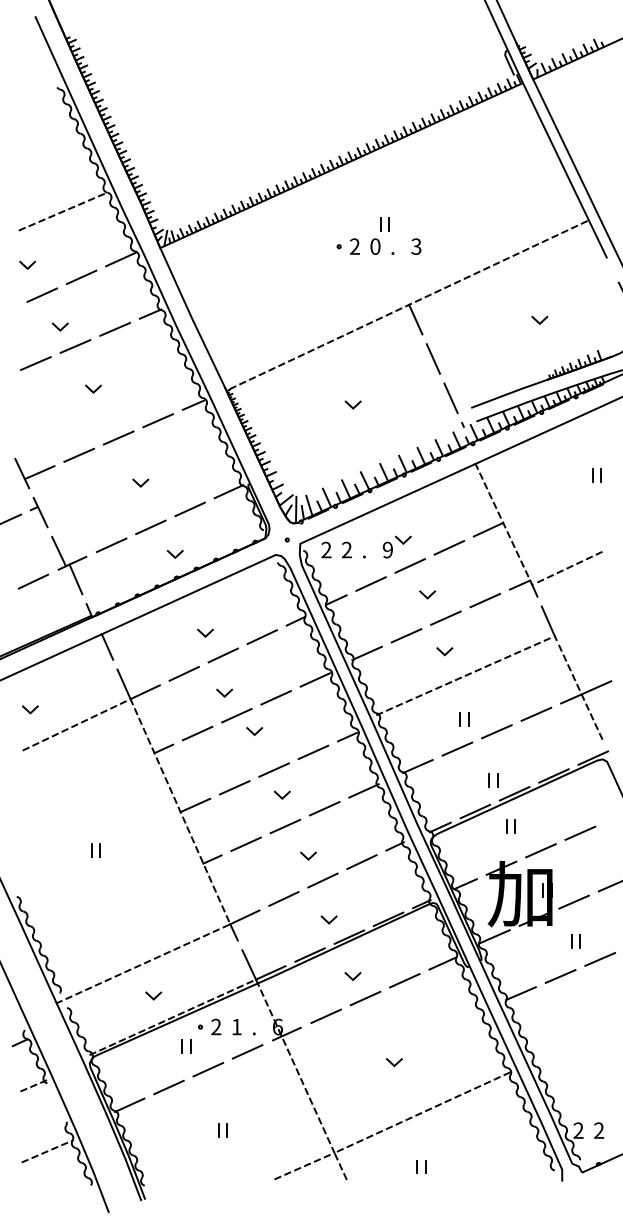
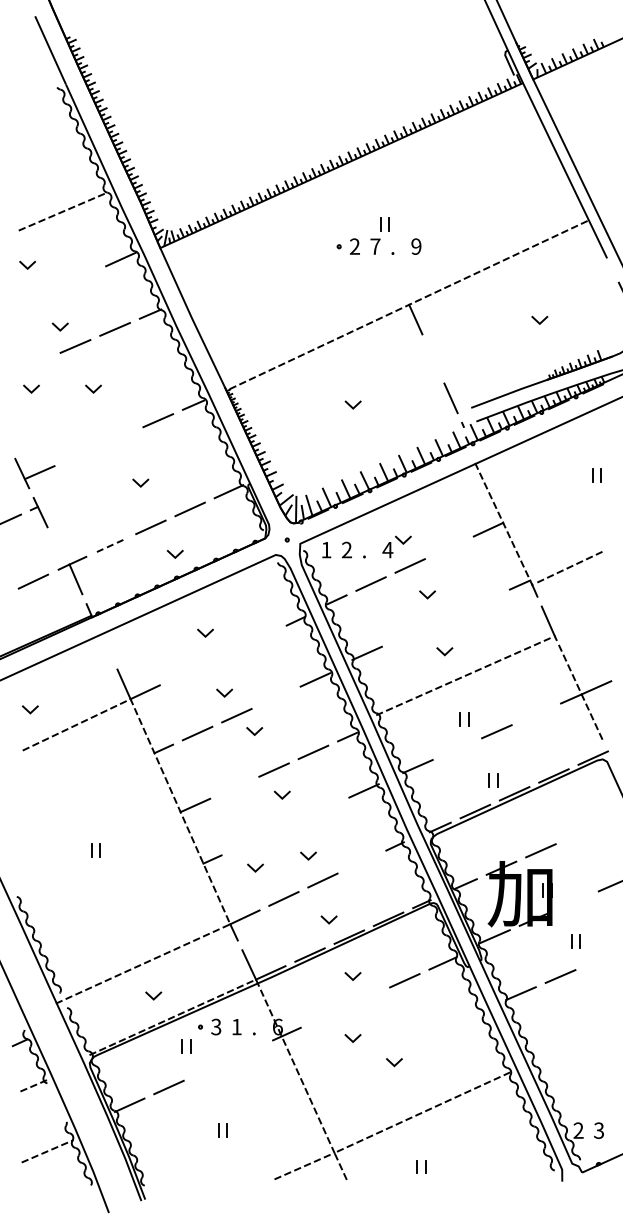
text at (375, 246): 0 -> 7
text at (416, 246): 3 -> 9
line at (81, 277): present -> none
line at (42, 294): present -> none
line at (433, 358): present -> none
line at (35, 363): present -> none
line at (29, 389): none -> present
line at (118, 437): present -> none
line at (79, 454): present -> none
line at (112, 545): solid -> dashed
line at (449, 547): present -> none
text at (326, 549): 2 -> 1
text at (387, 549): 9 -> 4
line at (58, 551): present -> none
line at (485, 600): present -> none
line at (445, 617): present -> none
line at (406, 635): present -> none
line at (261, 637): present -> none
line at (107, 646): present -> none
line at (222, 655): present -> none
line at (183, 673): present -> none
line at (275, 697): present -> none
line at (536, 713): present -> none
line at (457, 748): present -> none
line at (234, 787): present -> none
line at (324, 808): present -> none
line at (285, 826): present -> none
part at (510, 826): present -> none
line at (580, 832): present -> none
line at (245, 843): present -> none
line at (361, 861): present -> none
line at (253, 868): none -> present
line at (573, 901): present -> none
line at (600, 959): present -> none
line at (365, 998): present -> none
line at (325, 1015): present -> none
text at (216, 1027): 2 -> 3
line at (351, 1039): none -> present
line at (247, 1051): present -> none
line at (208, 1069): present -> none
text at (599, 1130): 2 -> 3
